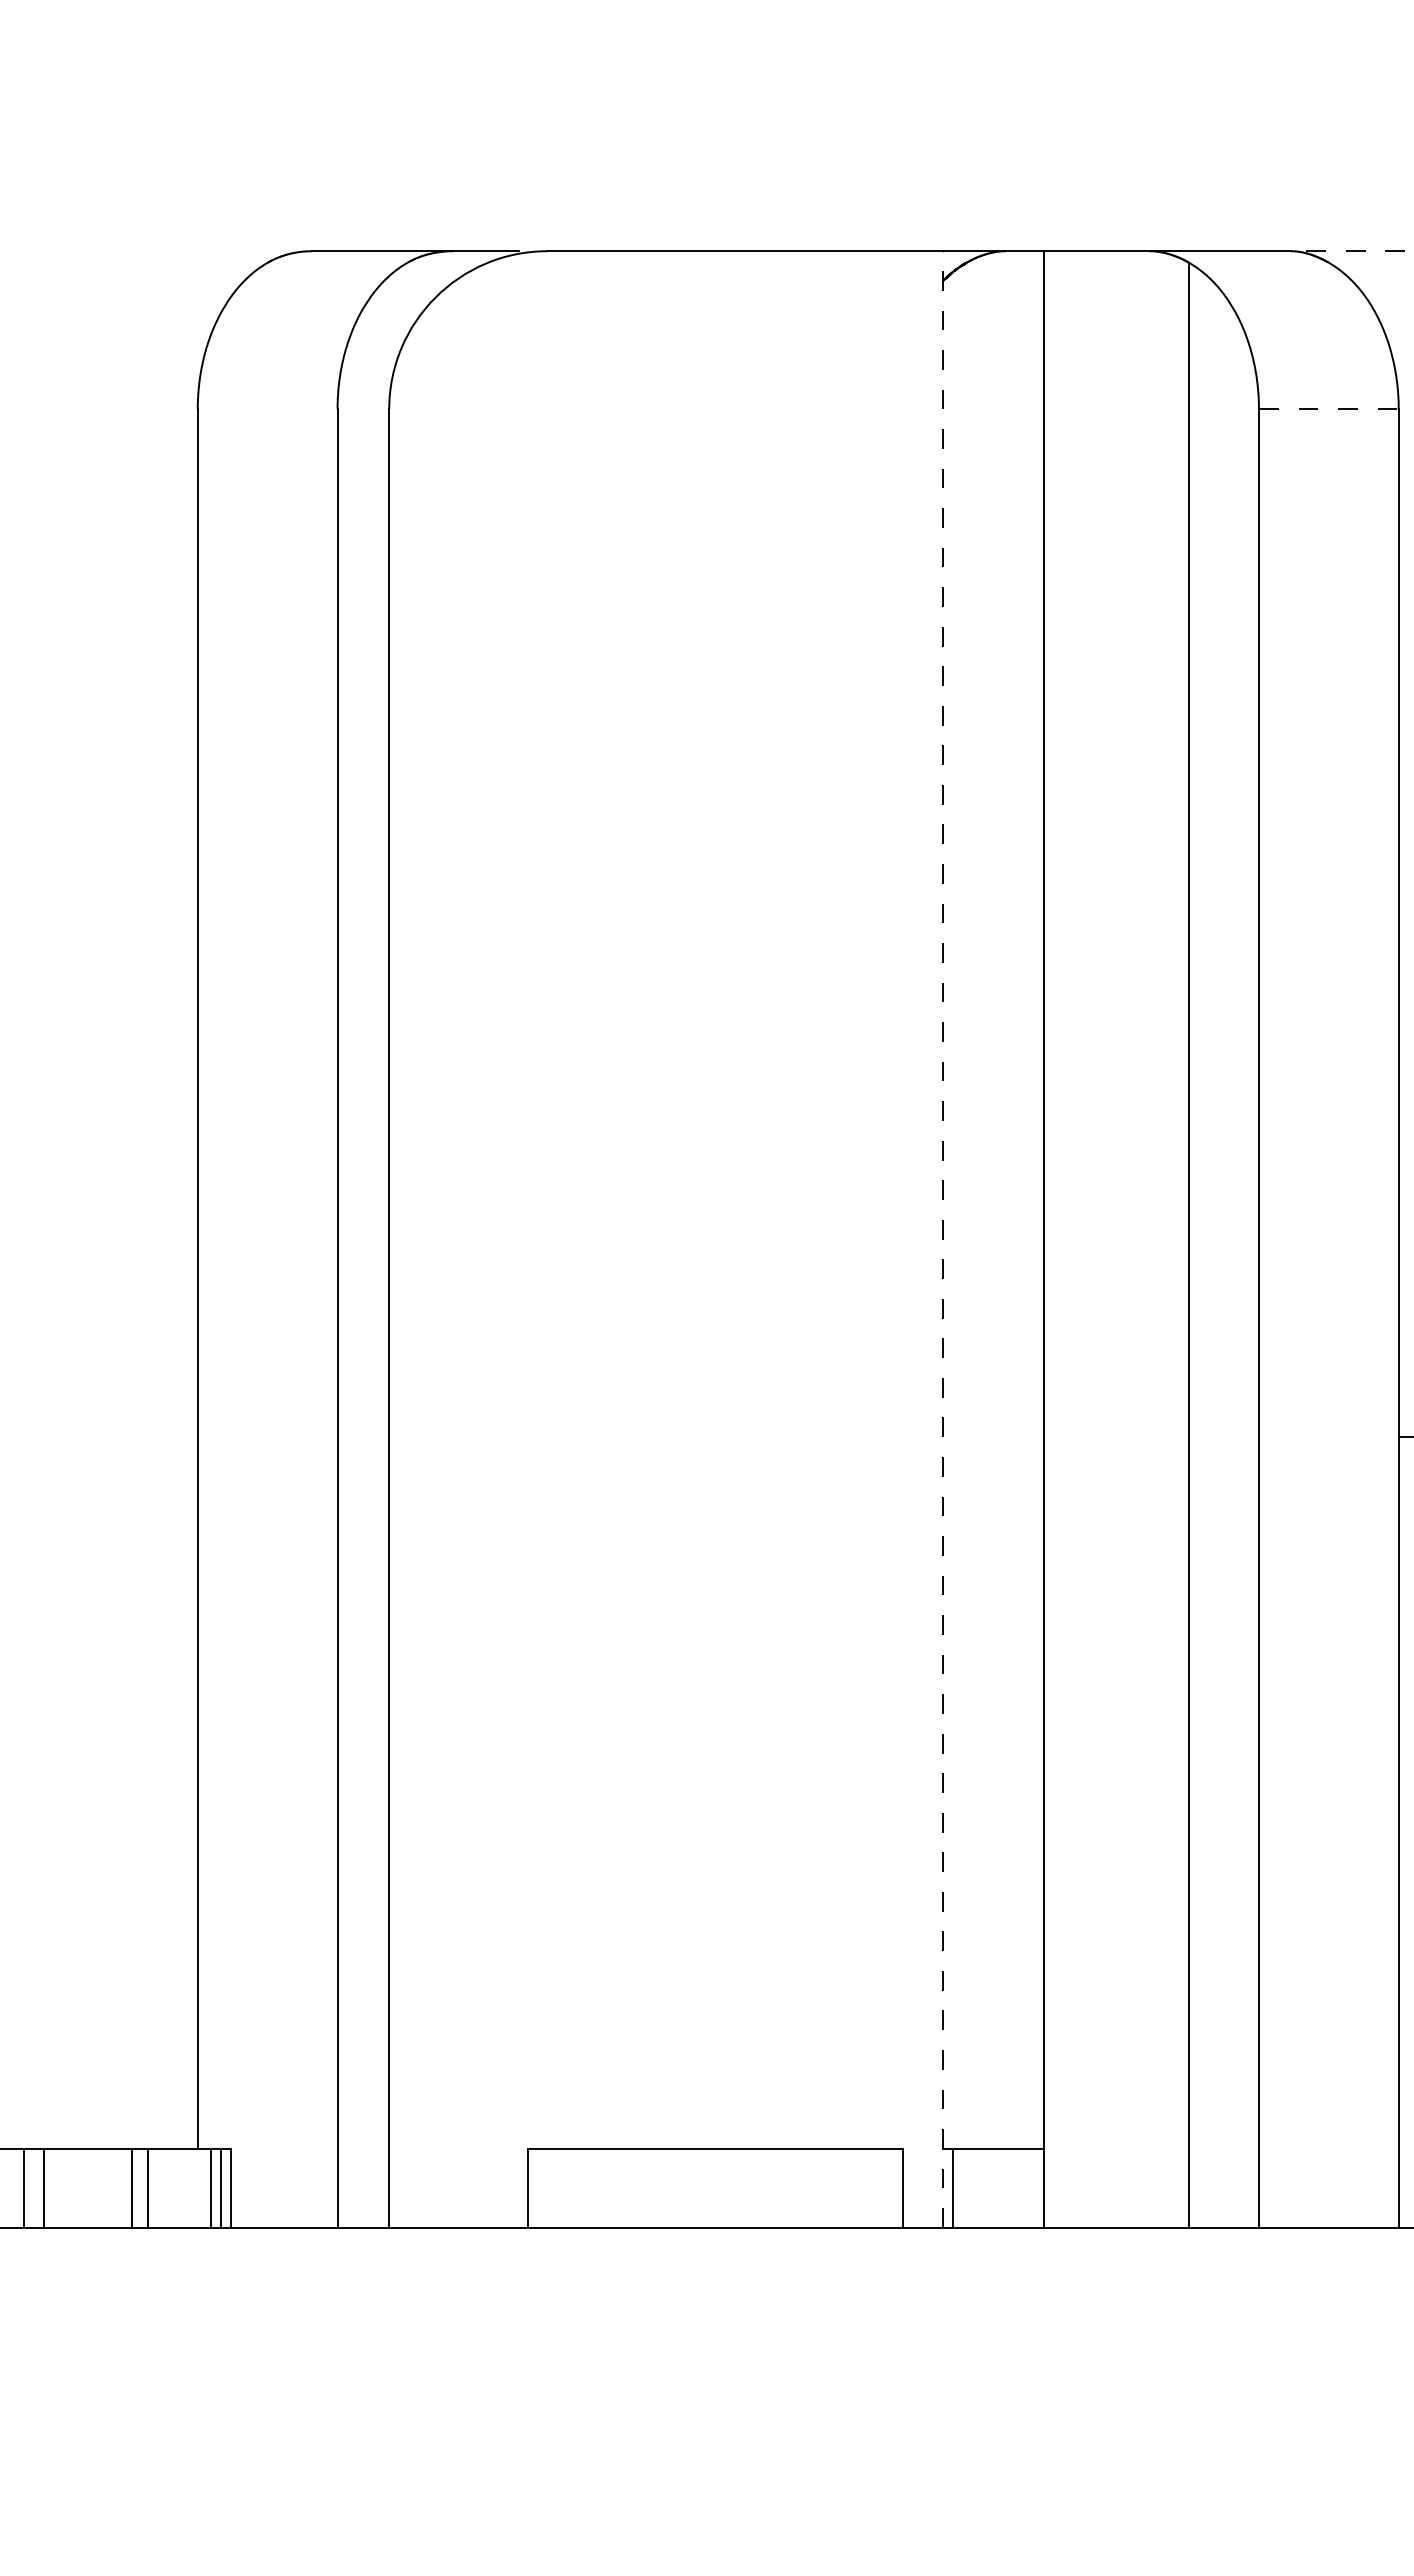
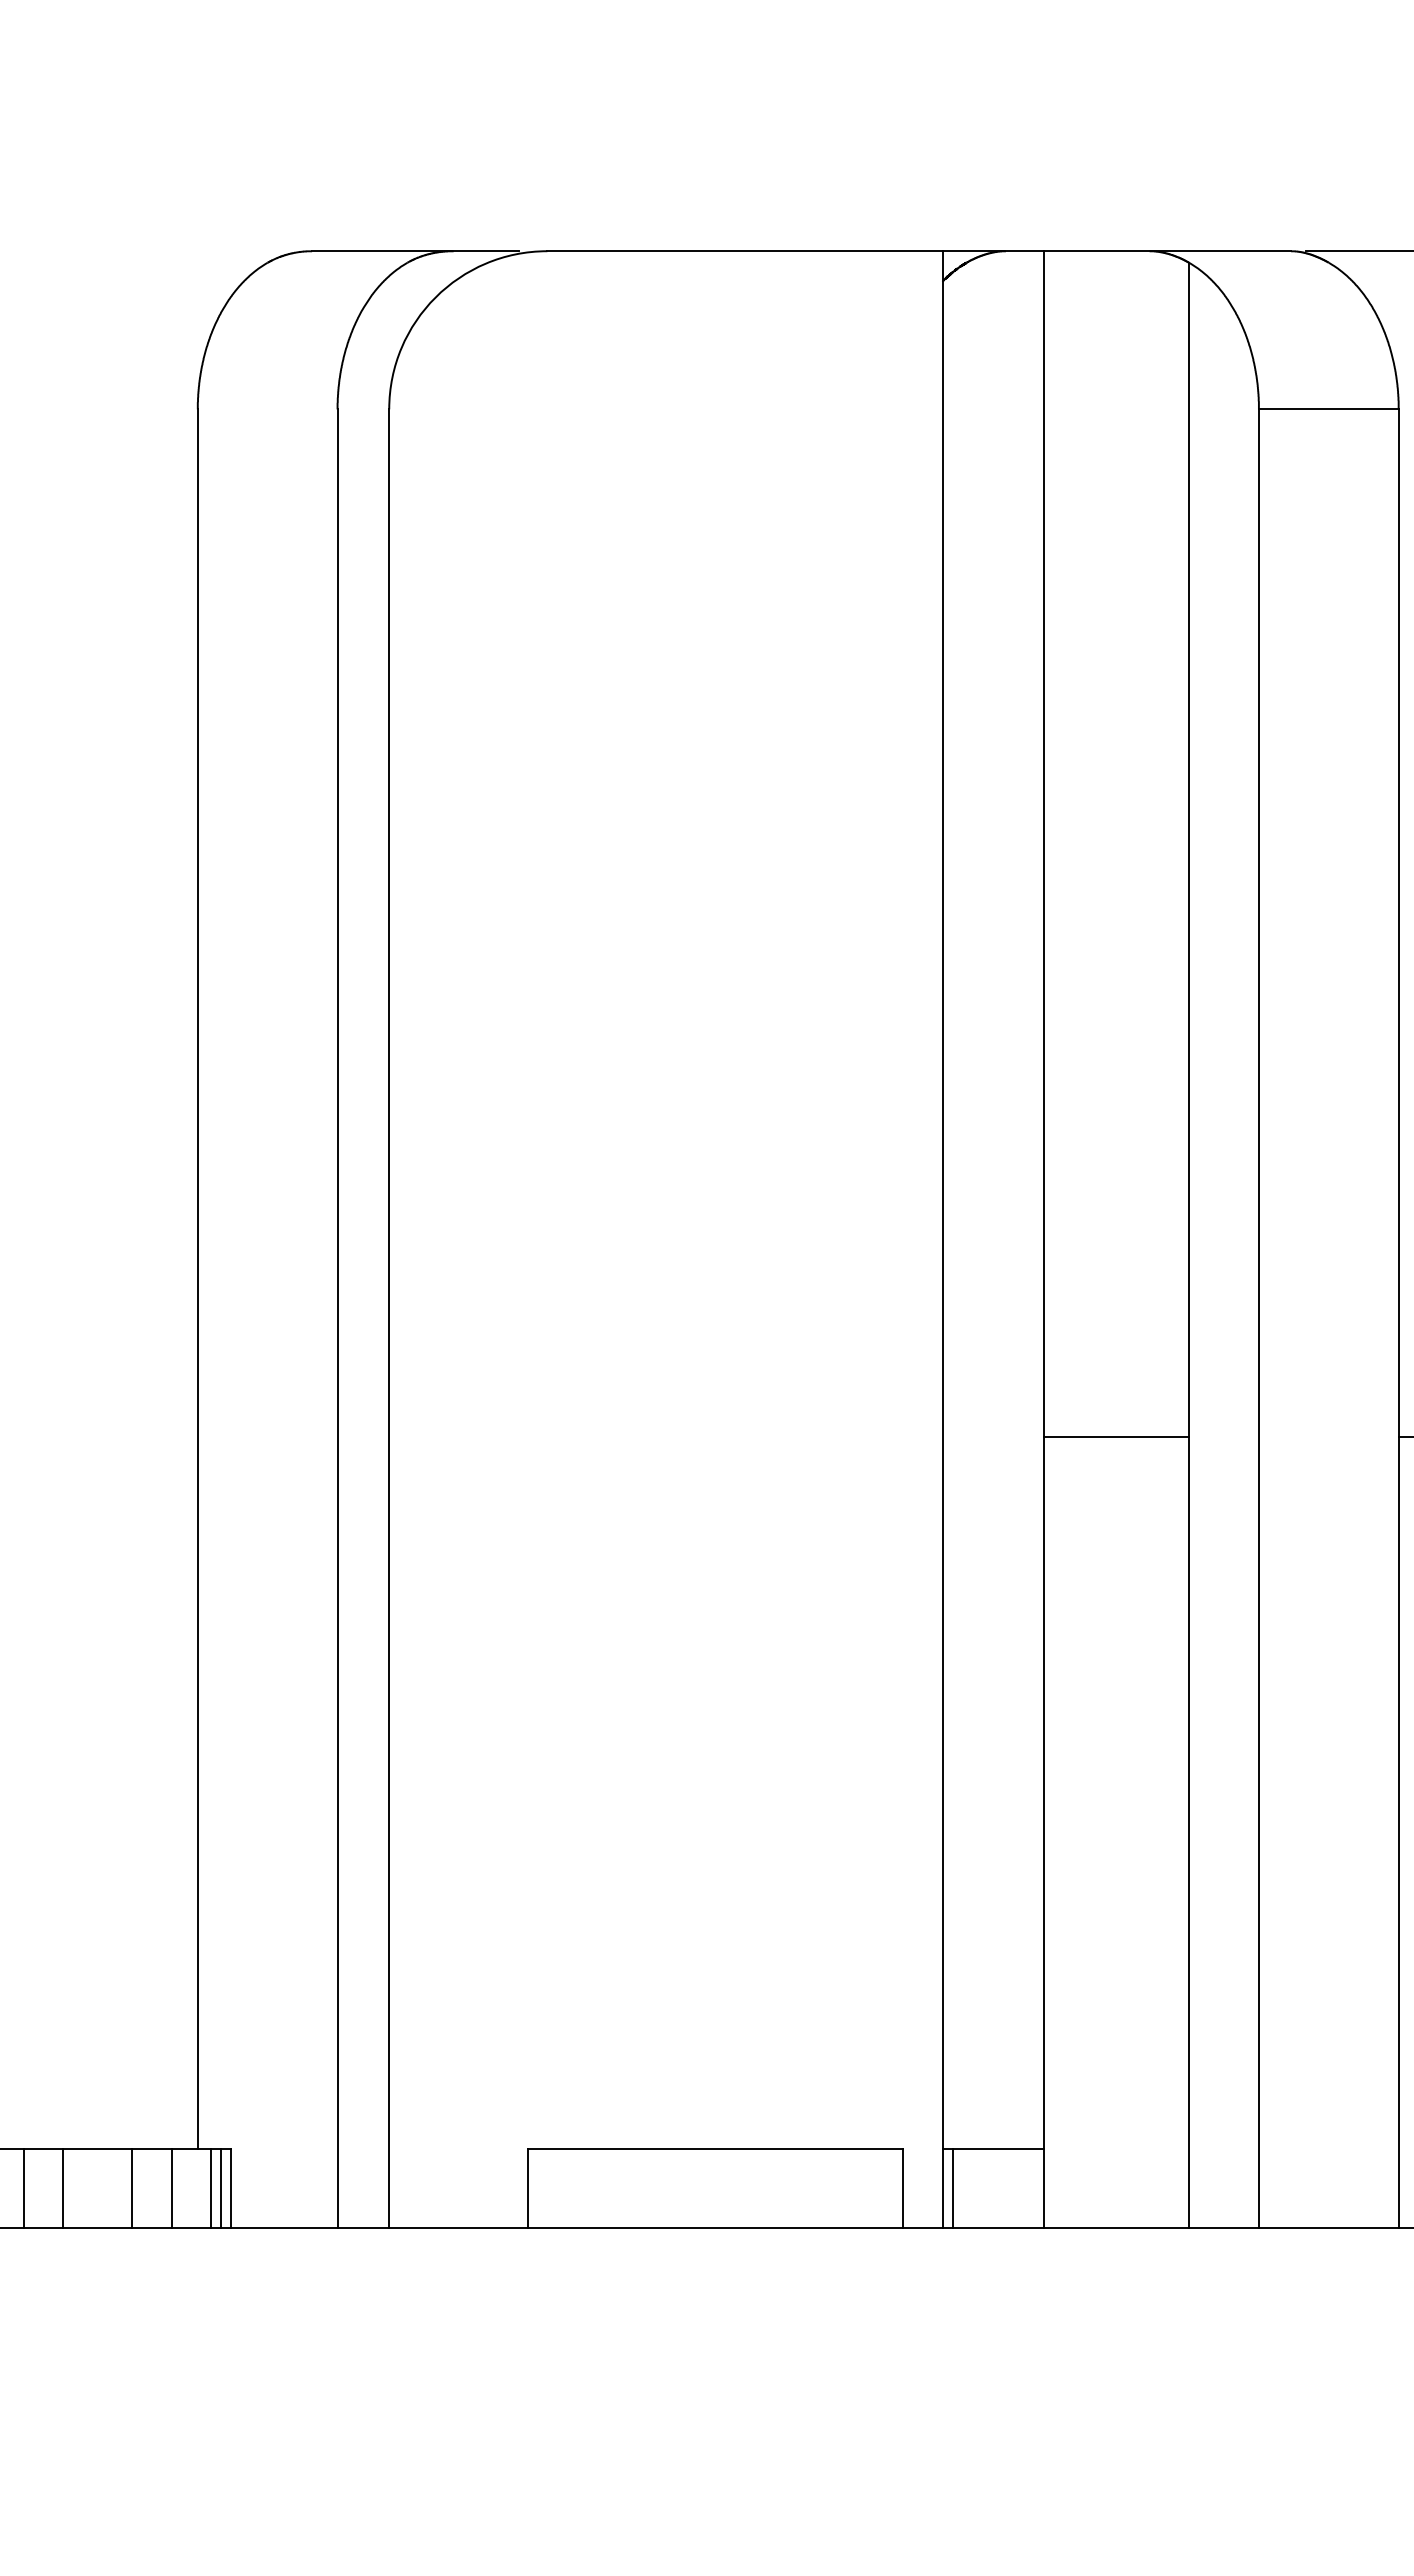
line at (1360, 251): dashed -> solid
line at (1328, 409): dashed -> solid
line at (942, 1239): dashed -> solid
line at (1116, 1437): none -> present
line at (44, 2187) position: (44, 2187) -> (63, 2187)
line at (147, 2187) position: (147, 2187) -> (171, 2187)
